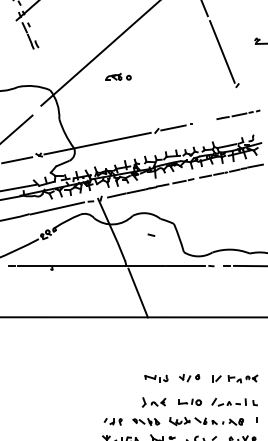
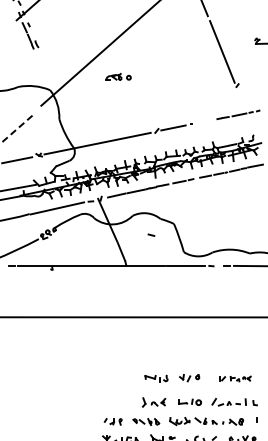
line at (16, 130): solid -> dashed
line at (137, 292): present -> none
part at (235, 378) size: 47x10 px -> 33x8 px
